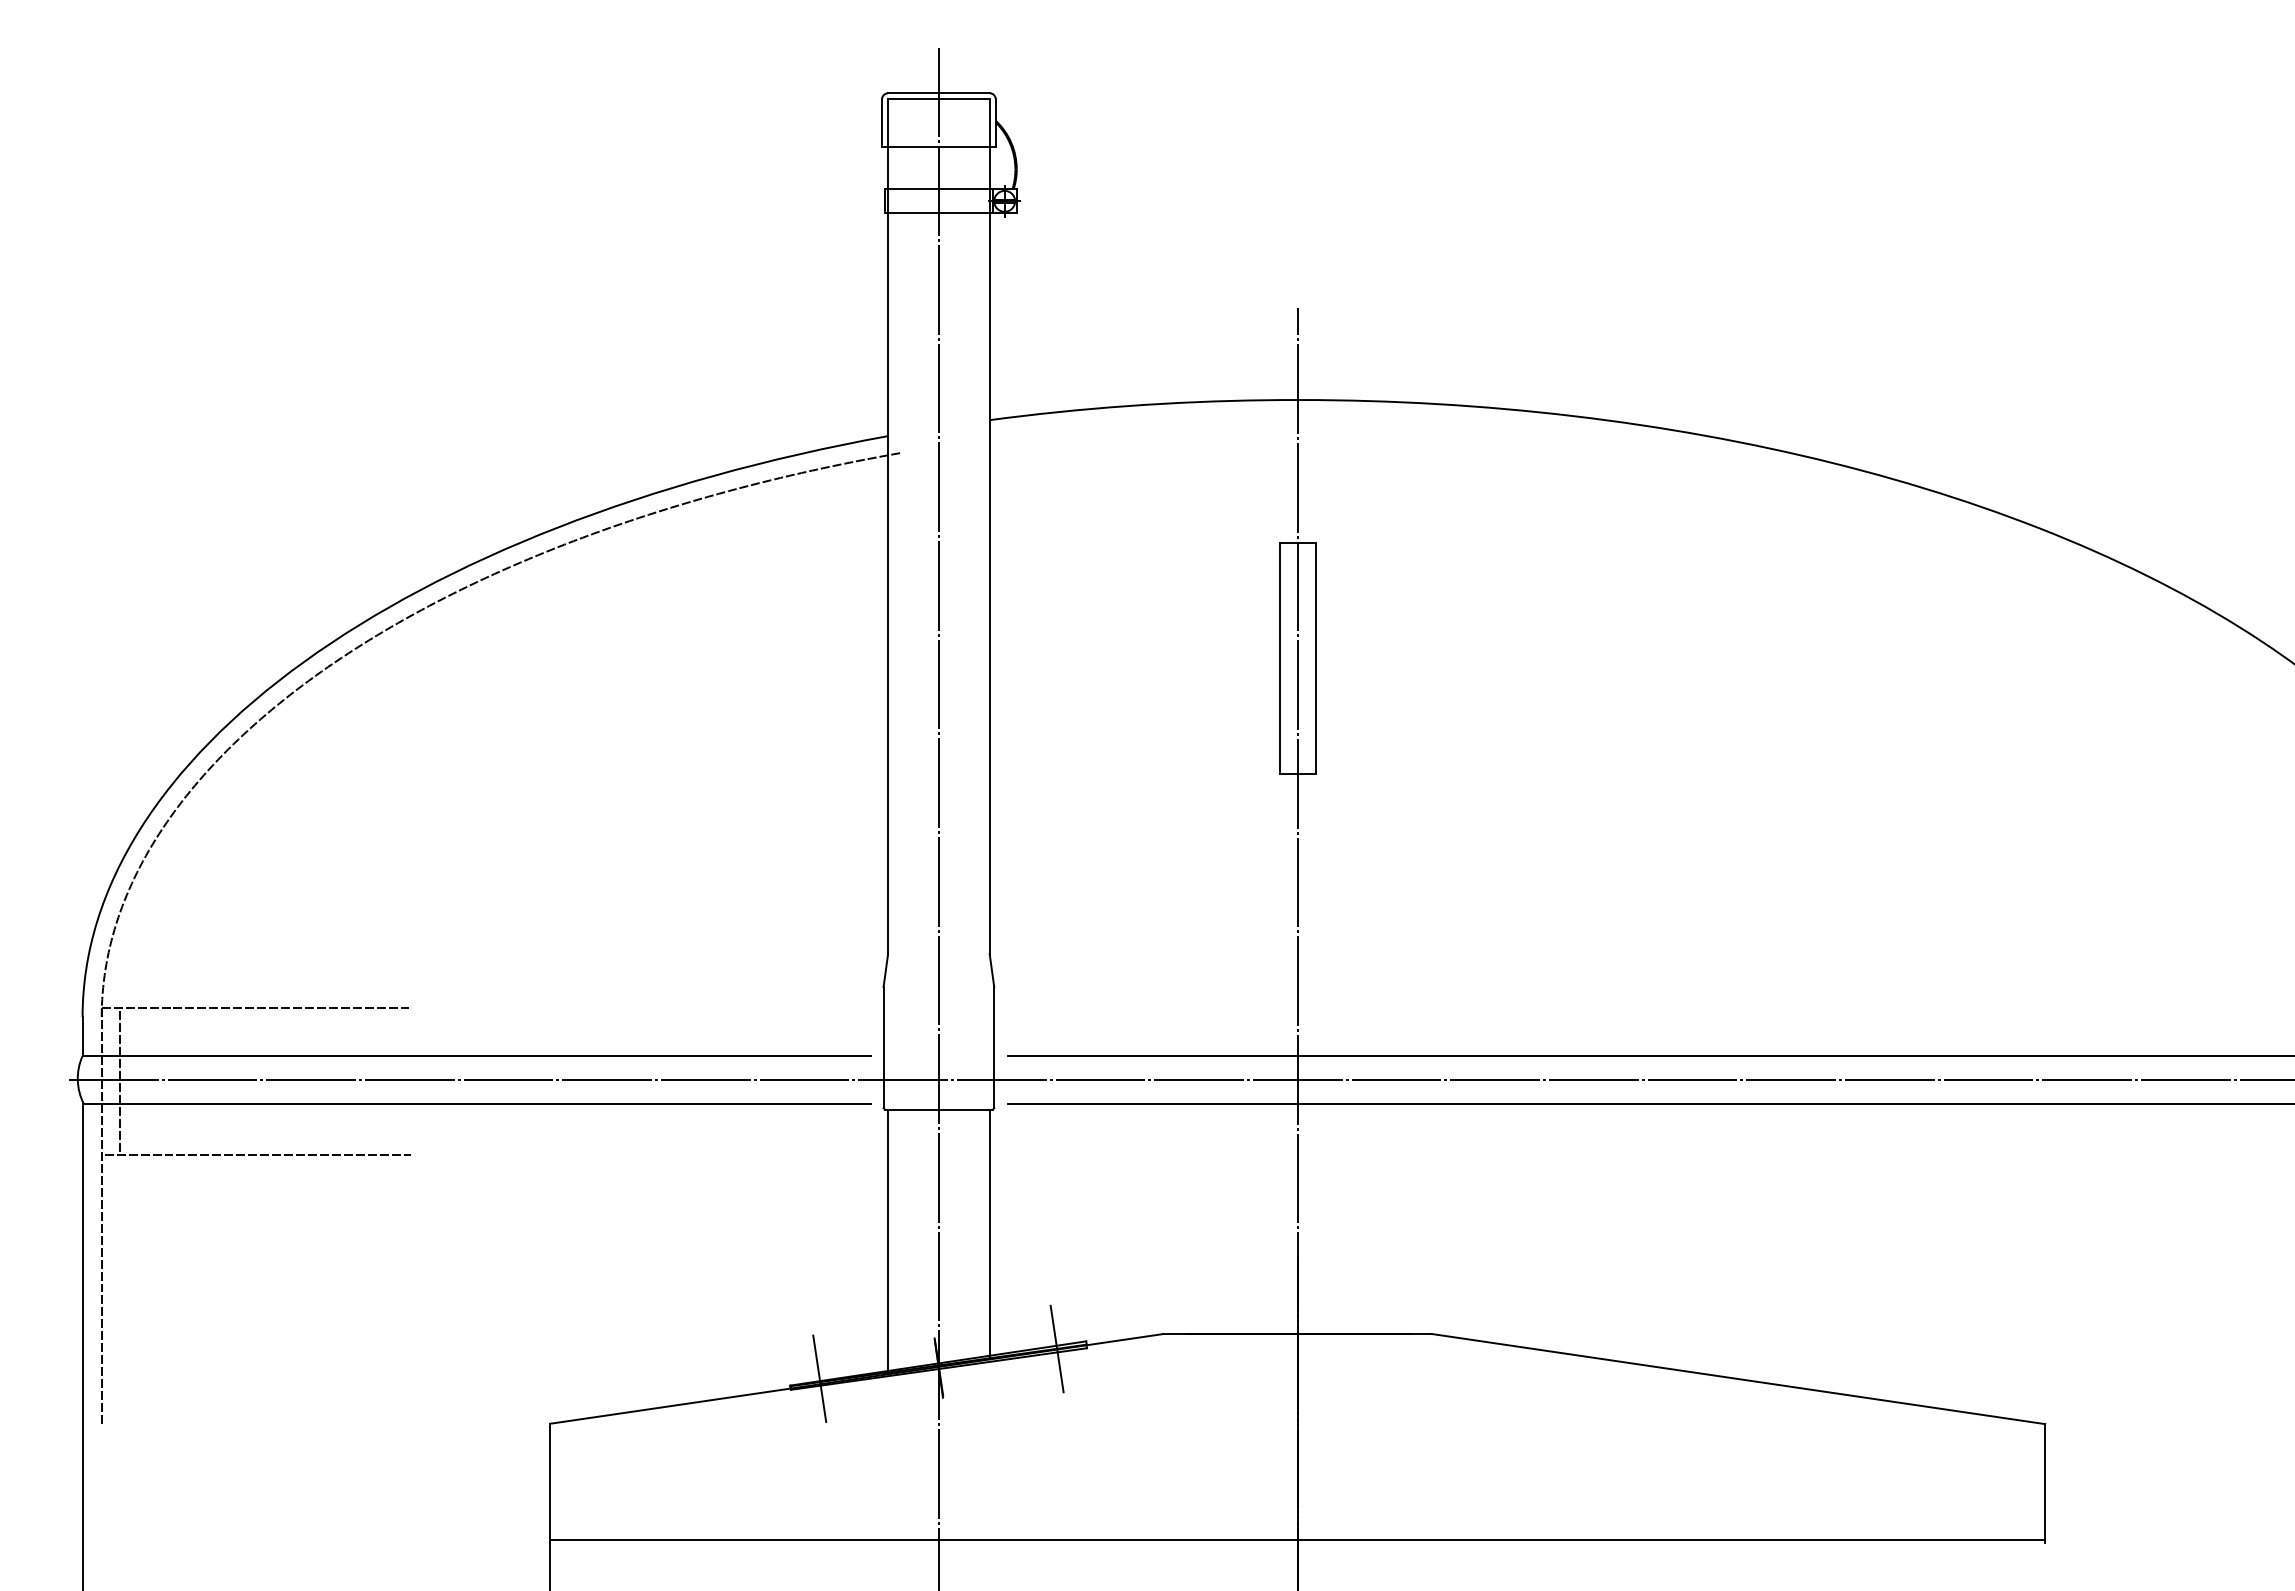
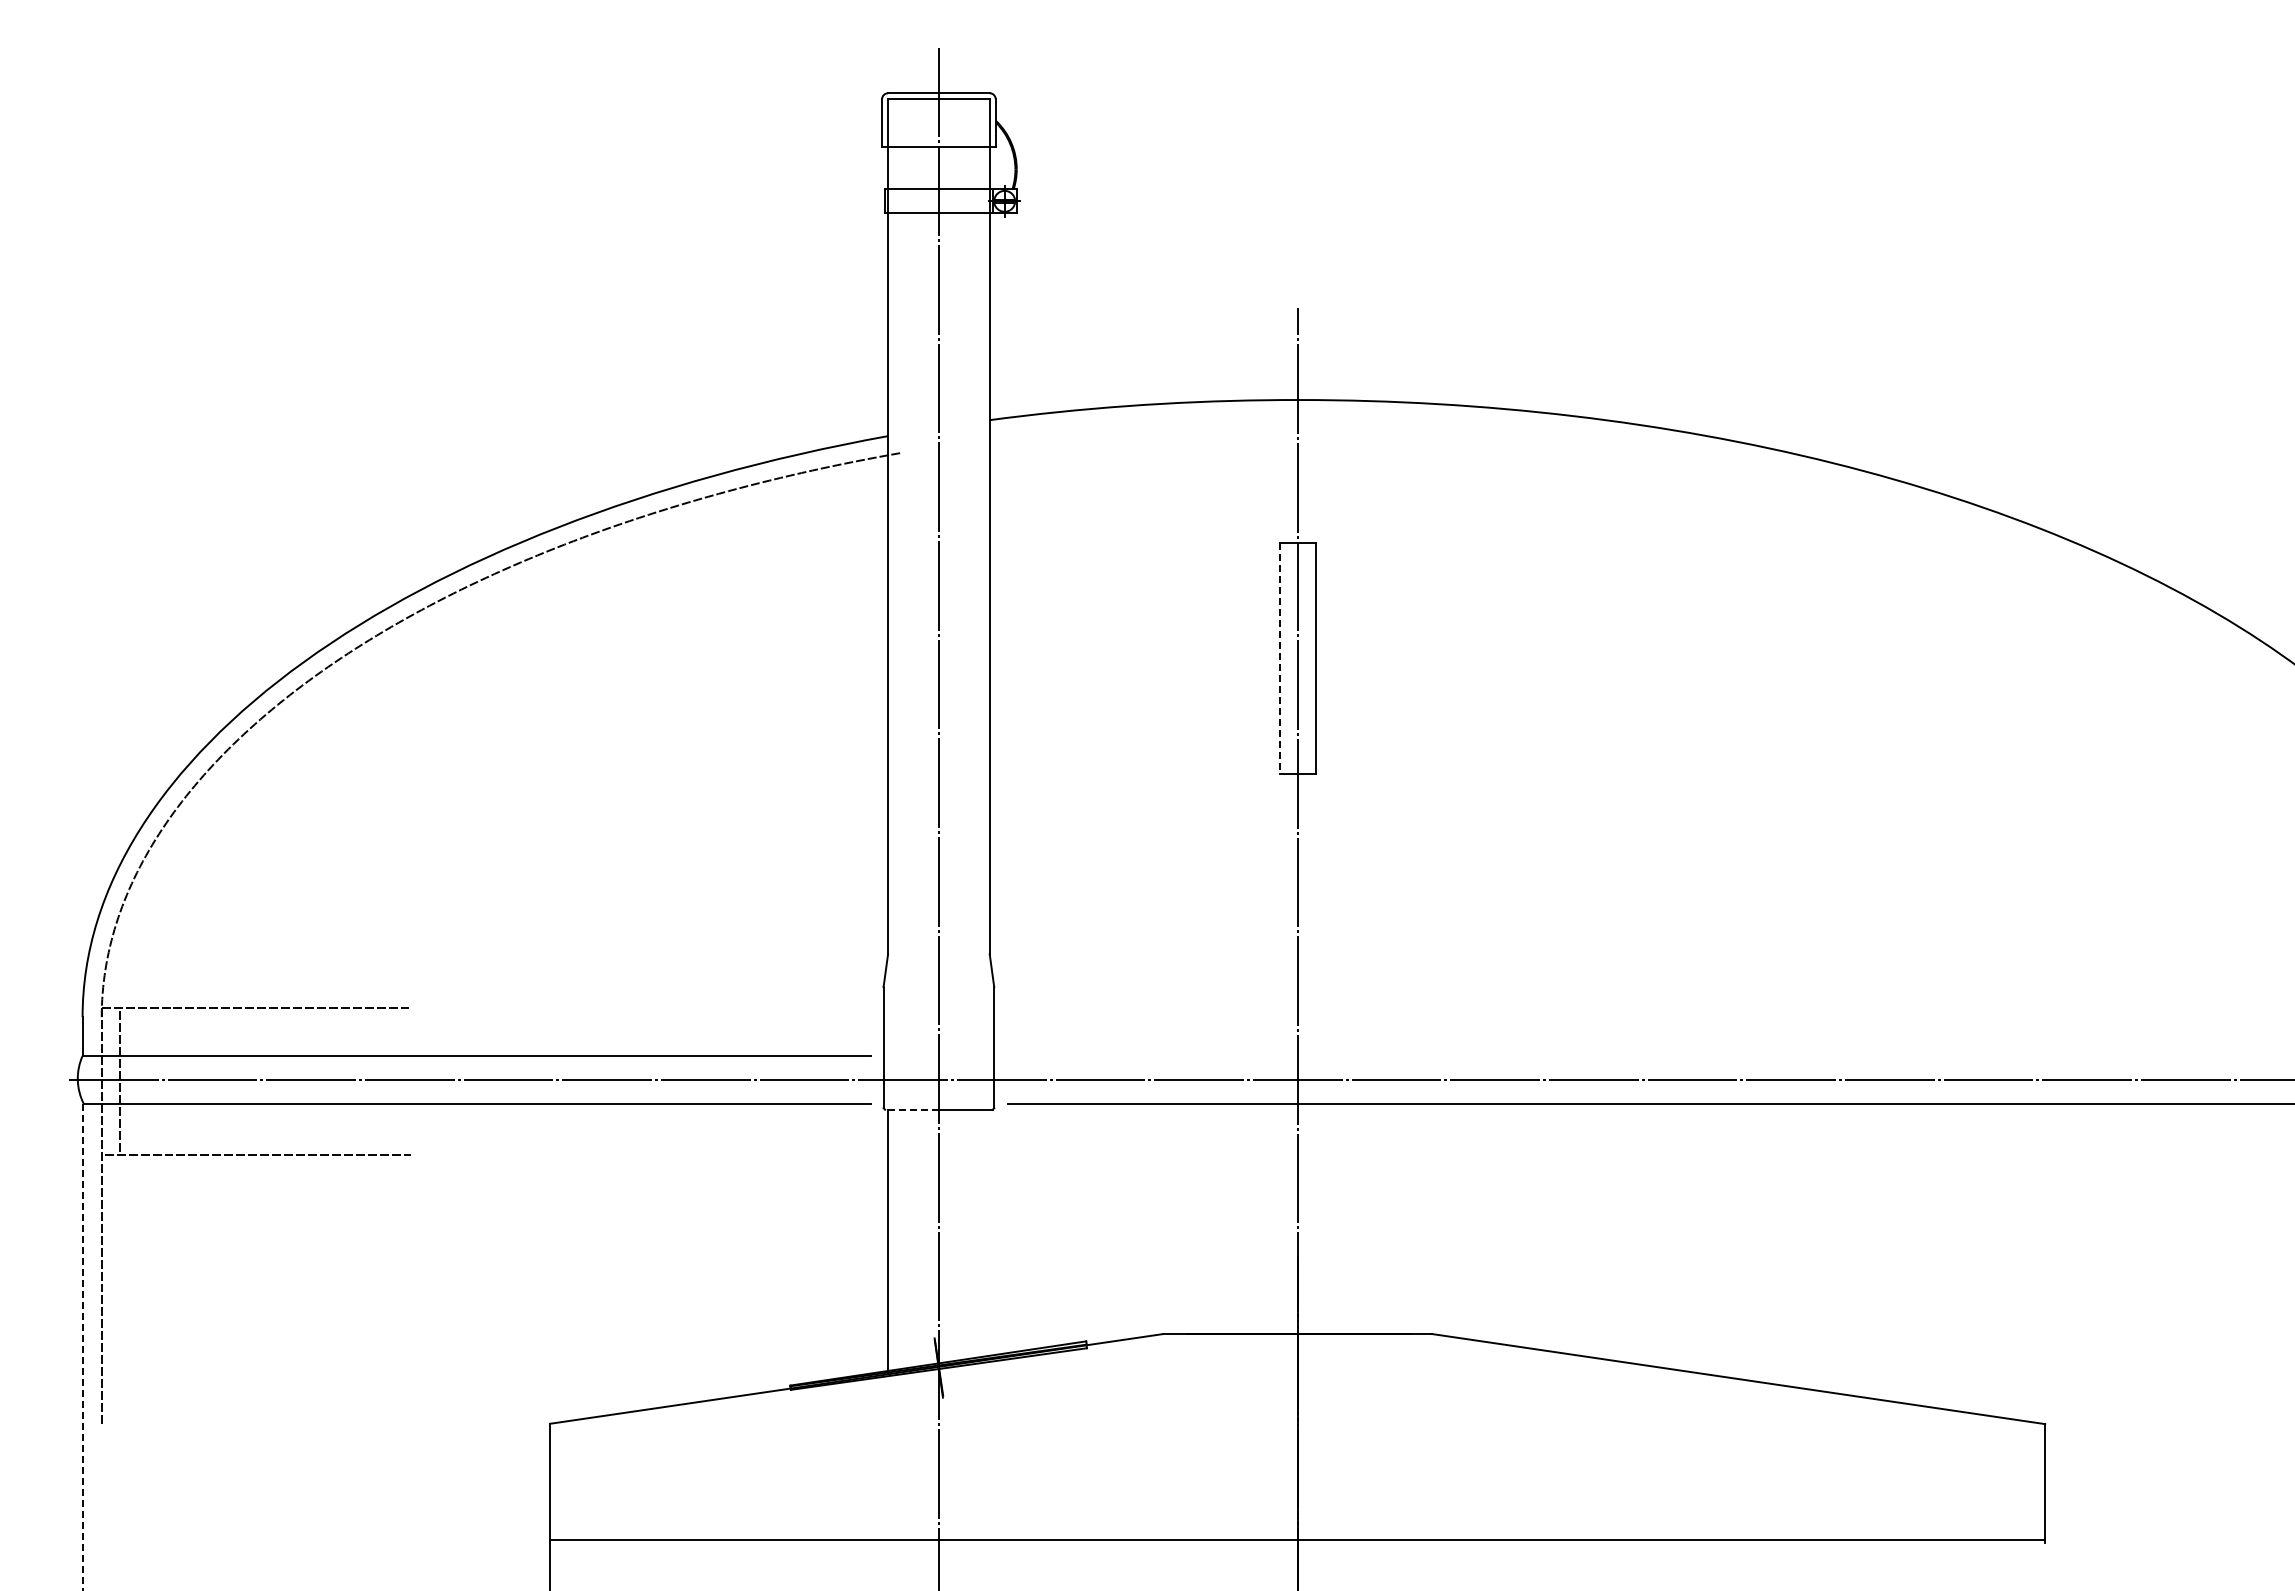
line at (1279, 658): solid -> dashed
line at (1649, 1056): present -> none
line at (912, 1109): solid -> dashed
line at (989, 1233): present -> none
line at (83, 1346): solid -> dashed
line at (1056, 1348): present -> none
line at (819, 1378): present -> none
